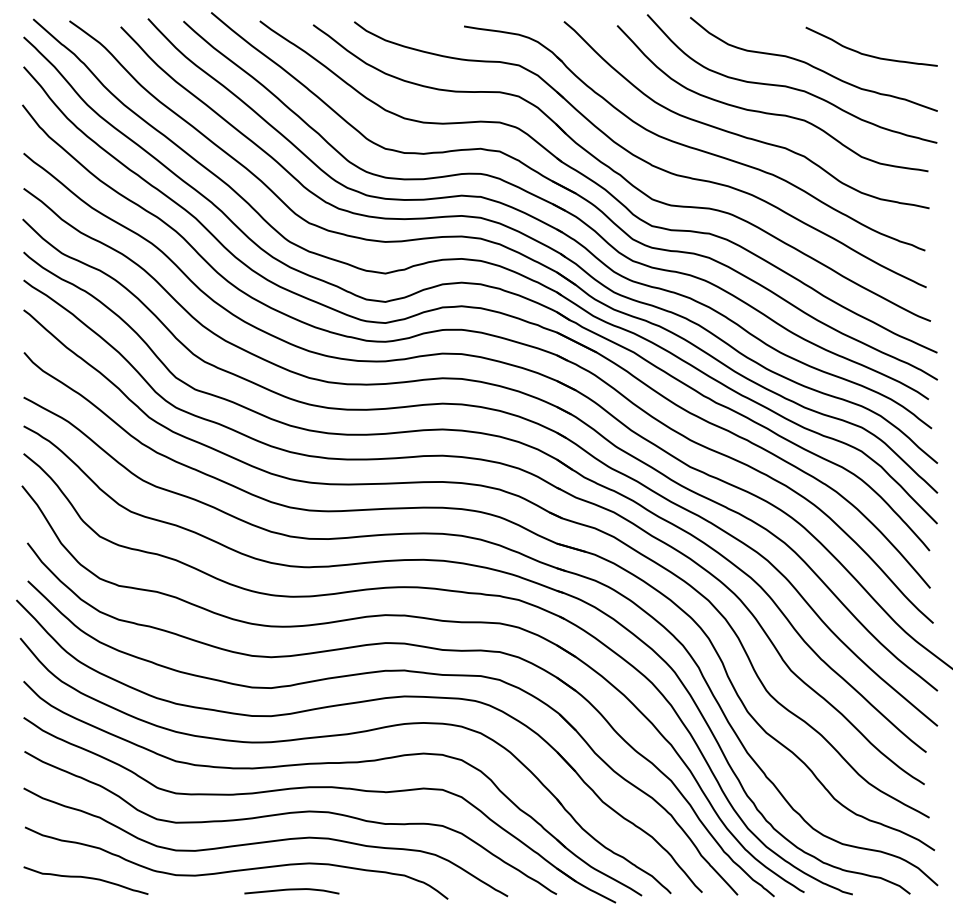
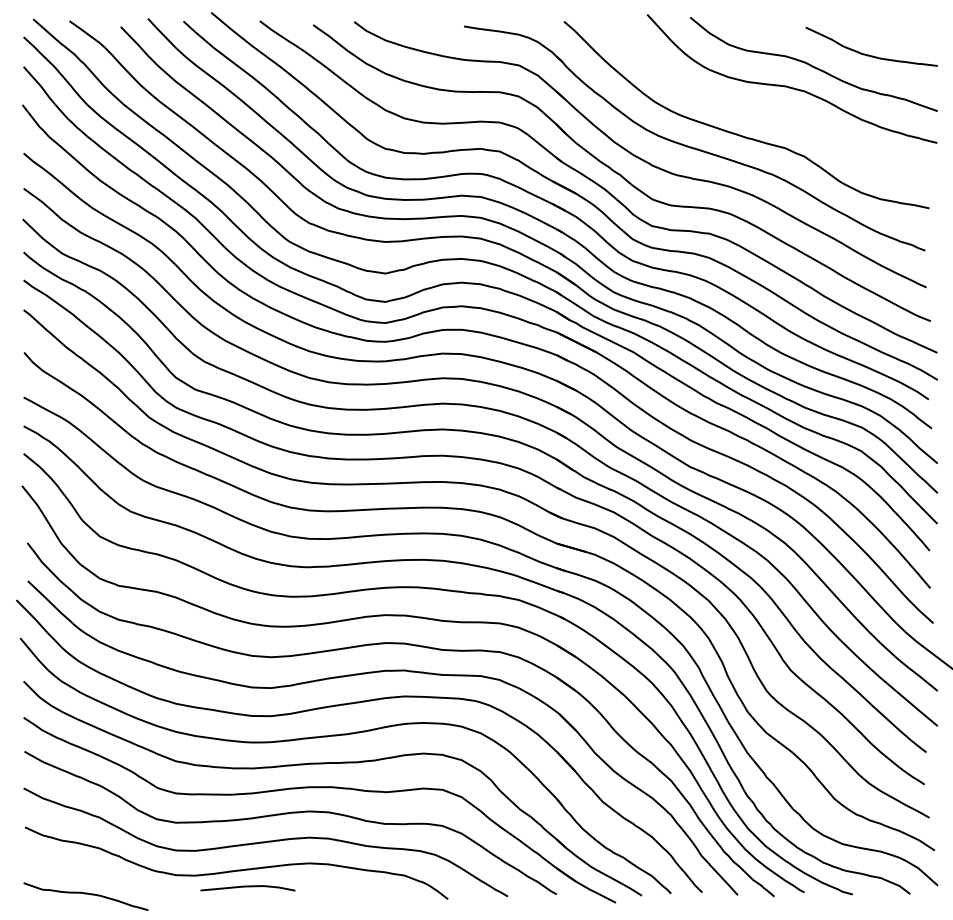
curve at (769, 112): present -> none
curve at (85, 878) position: (85, 878) -> (85, 894)
curve at (291, 890) position: (291, 890) -> (247, 887)
